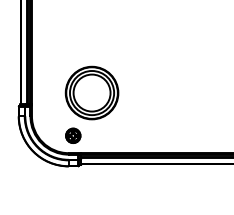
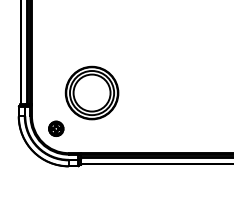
part at (73, 135) position: (73, 135) -> (56, 128)
